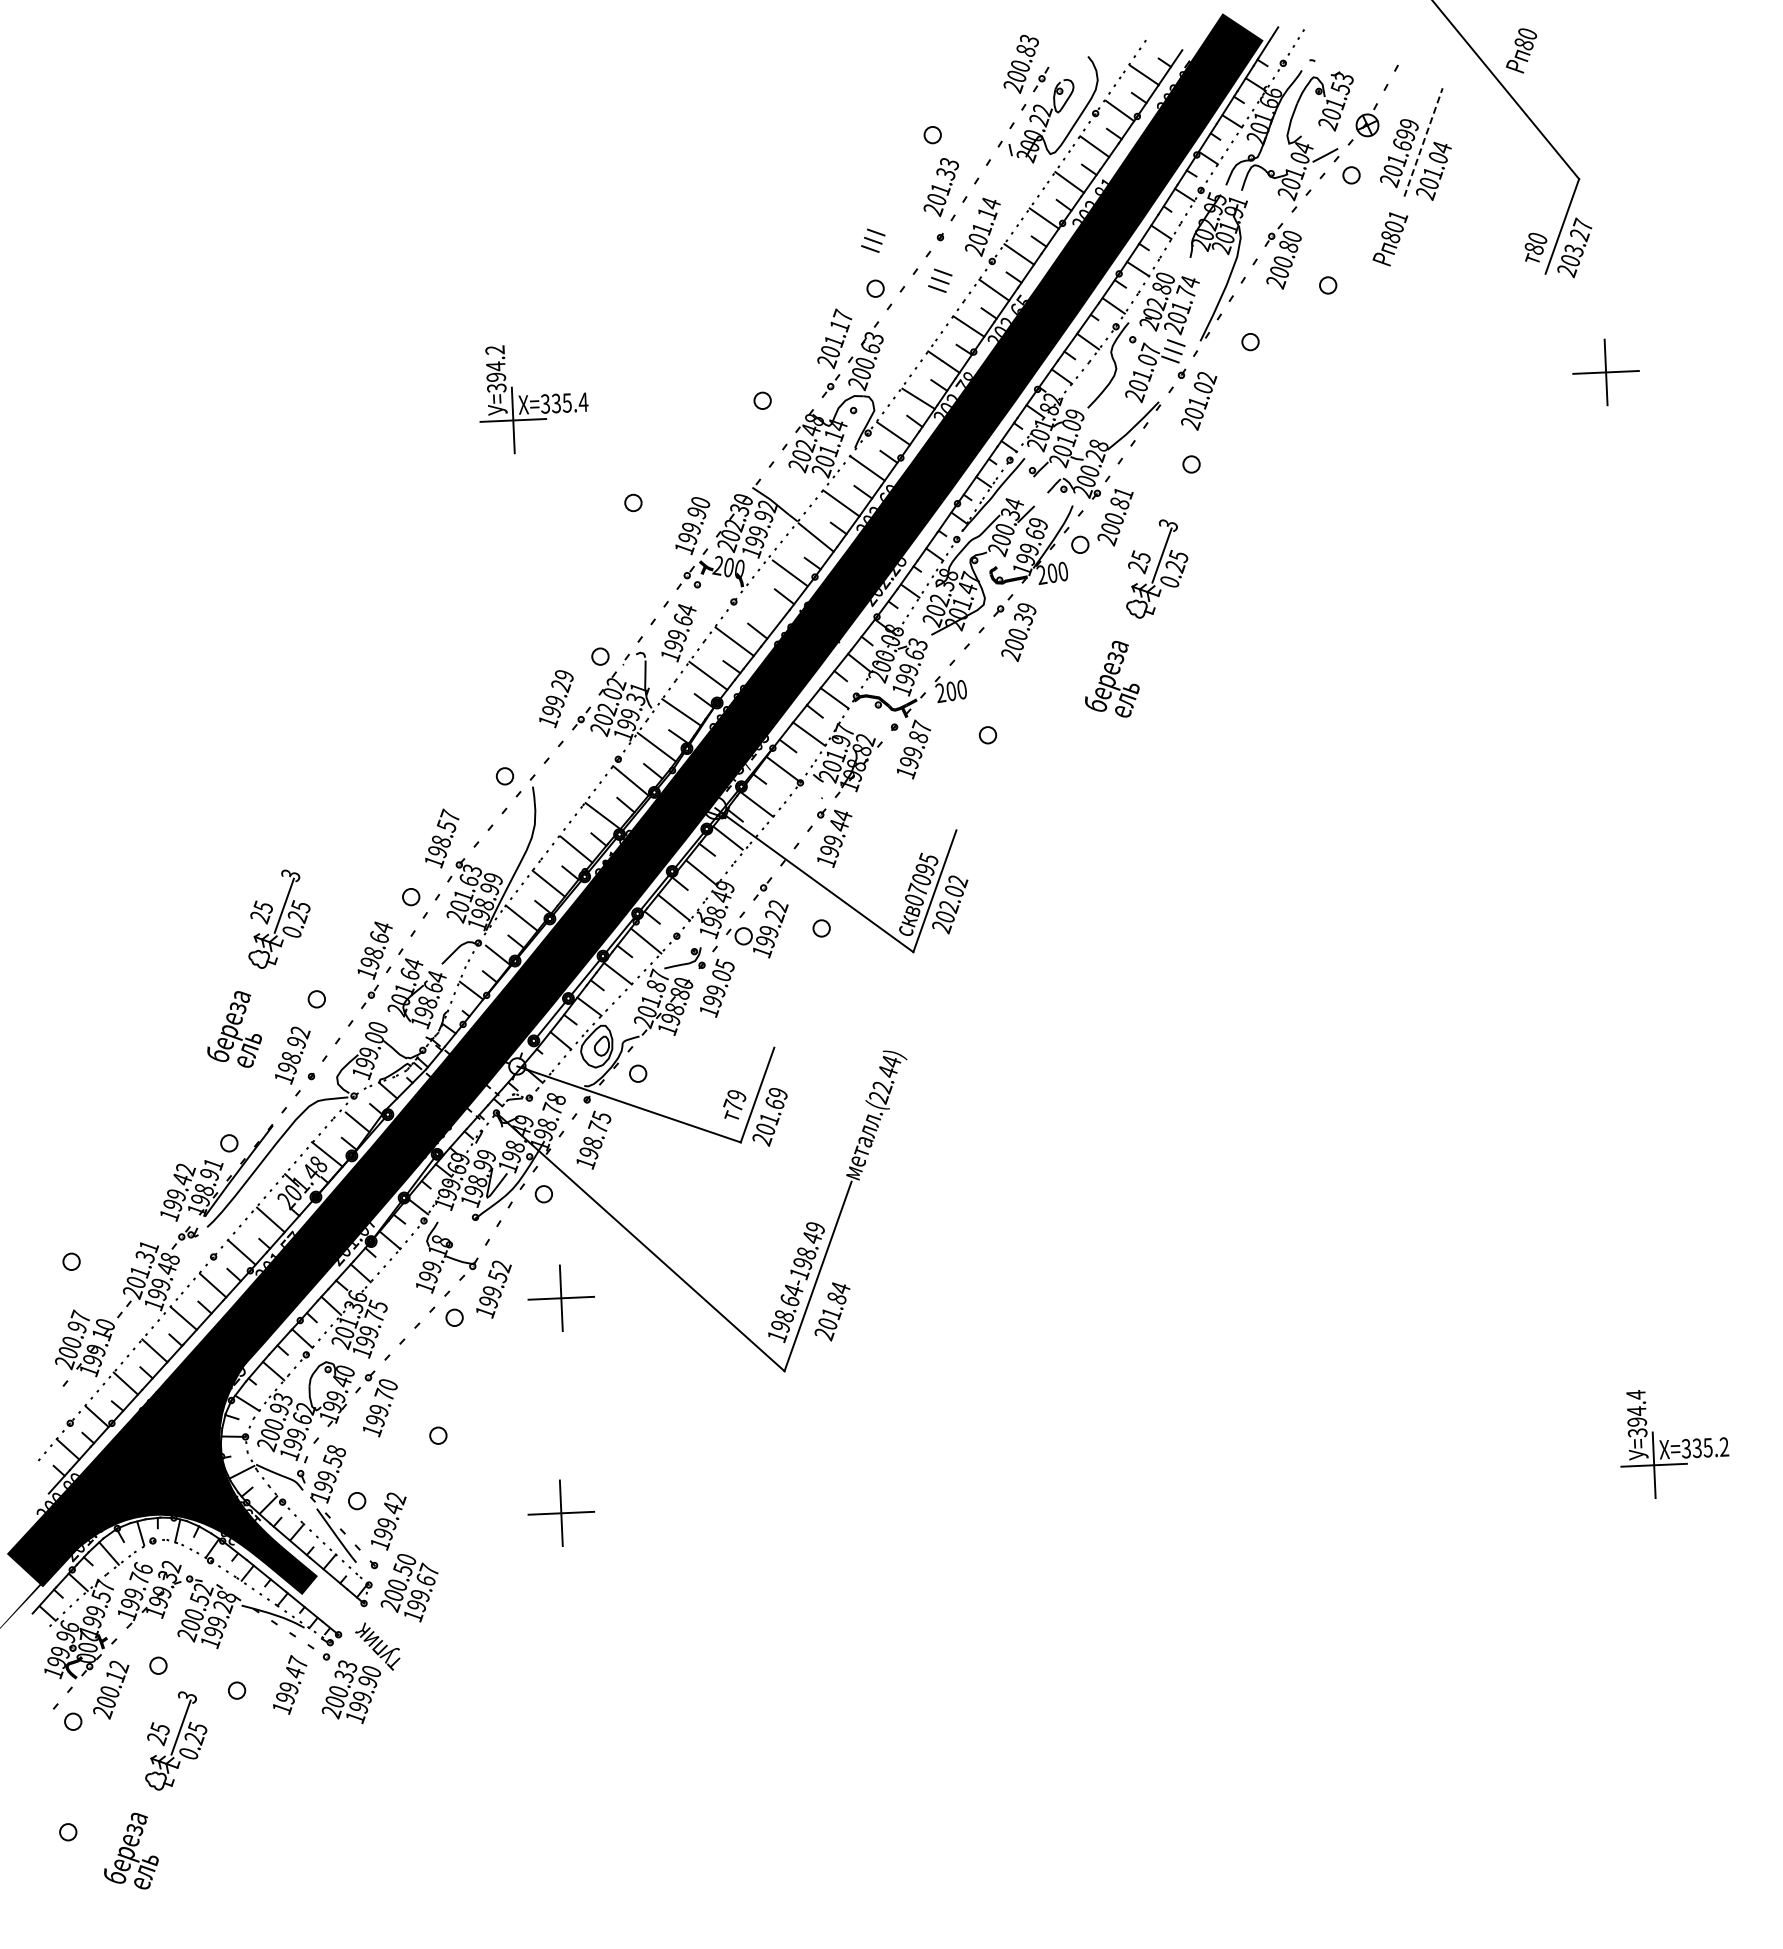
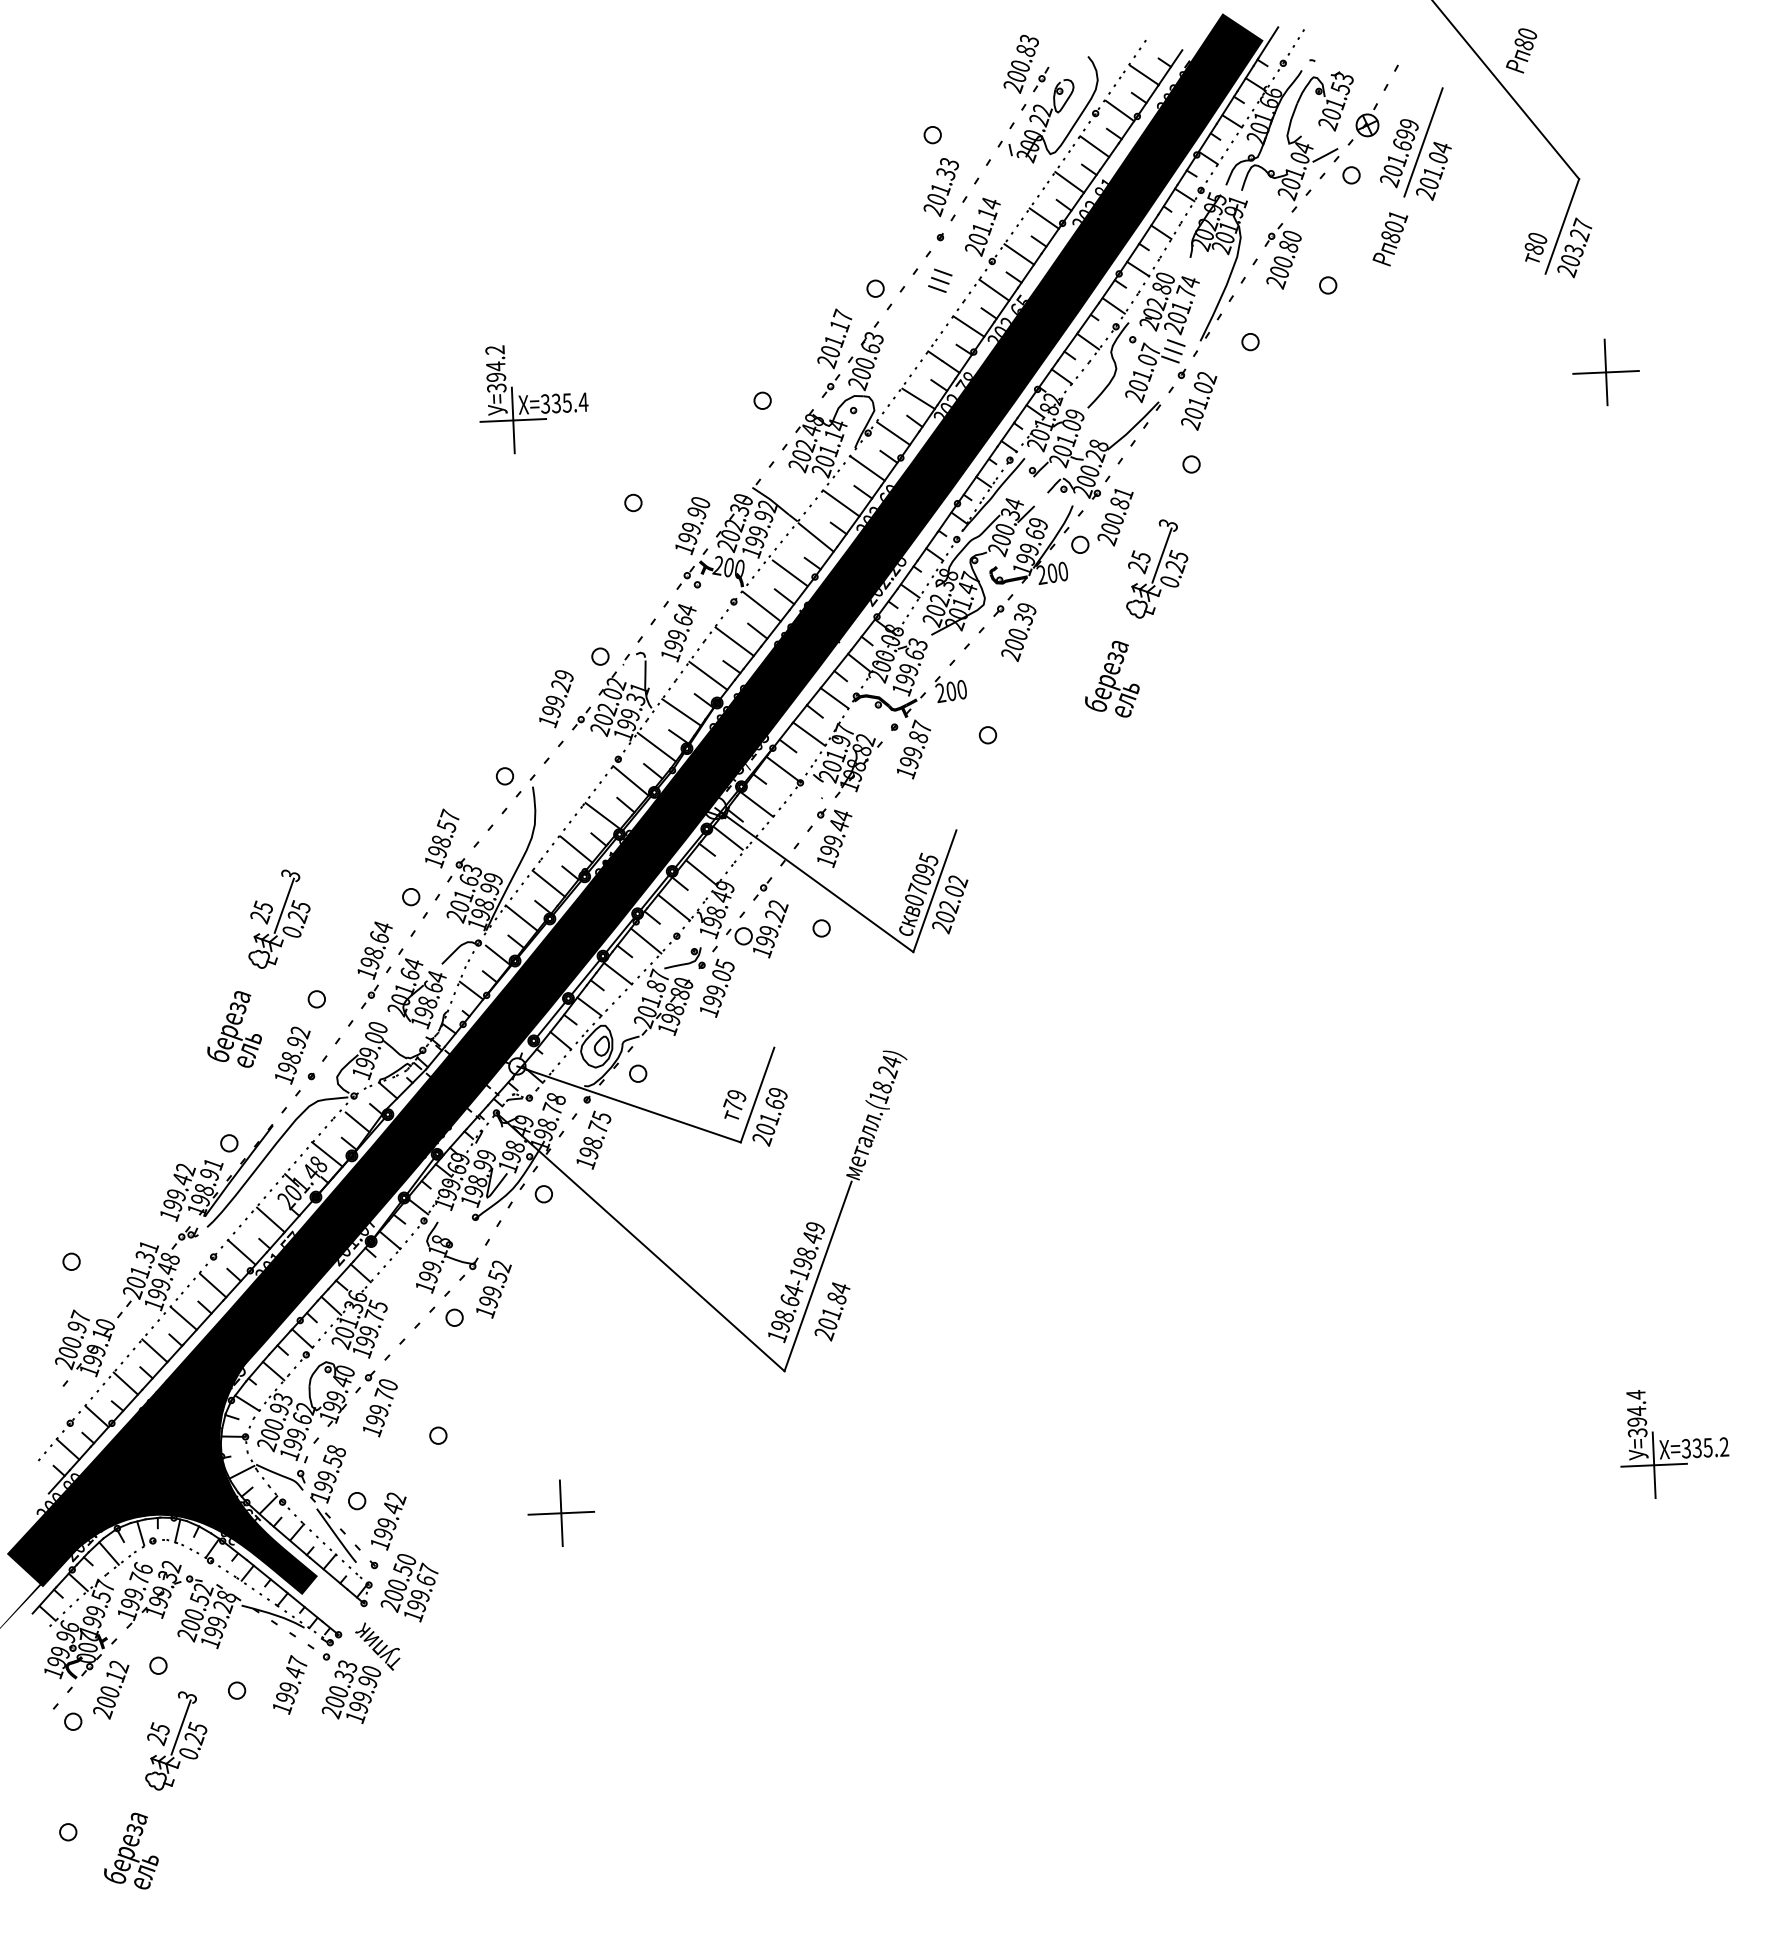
line at (1423, 141): dashed -> solid
part at (873, 240): present -> none
line at (761, 606): none -> present
text at (883, 1085): .(22.44) -> .(18.24)
part at (560, 1297): present -> none
